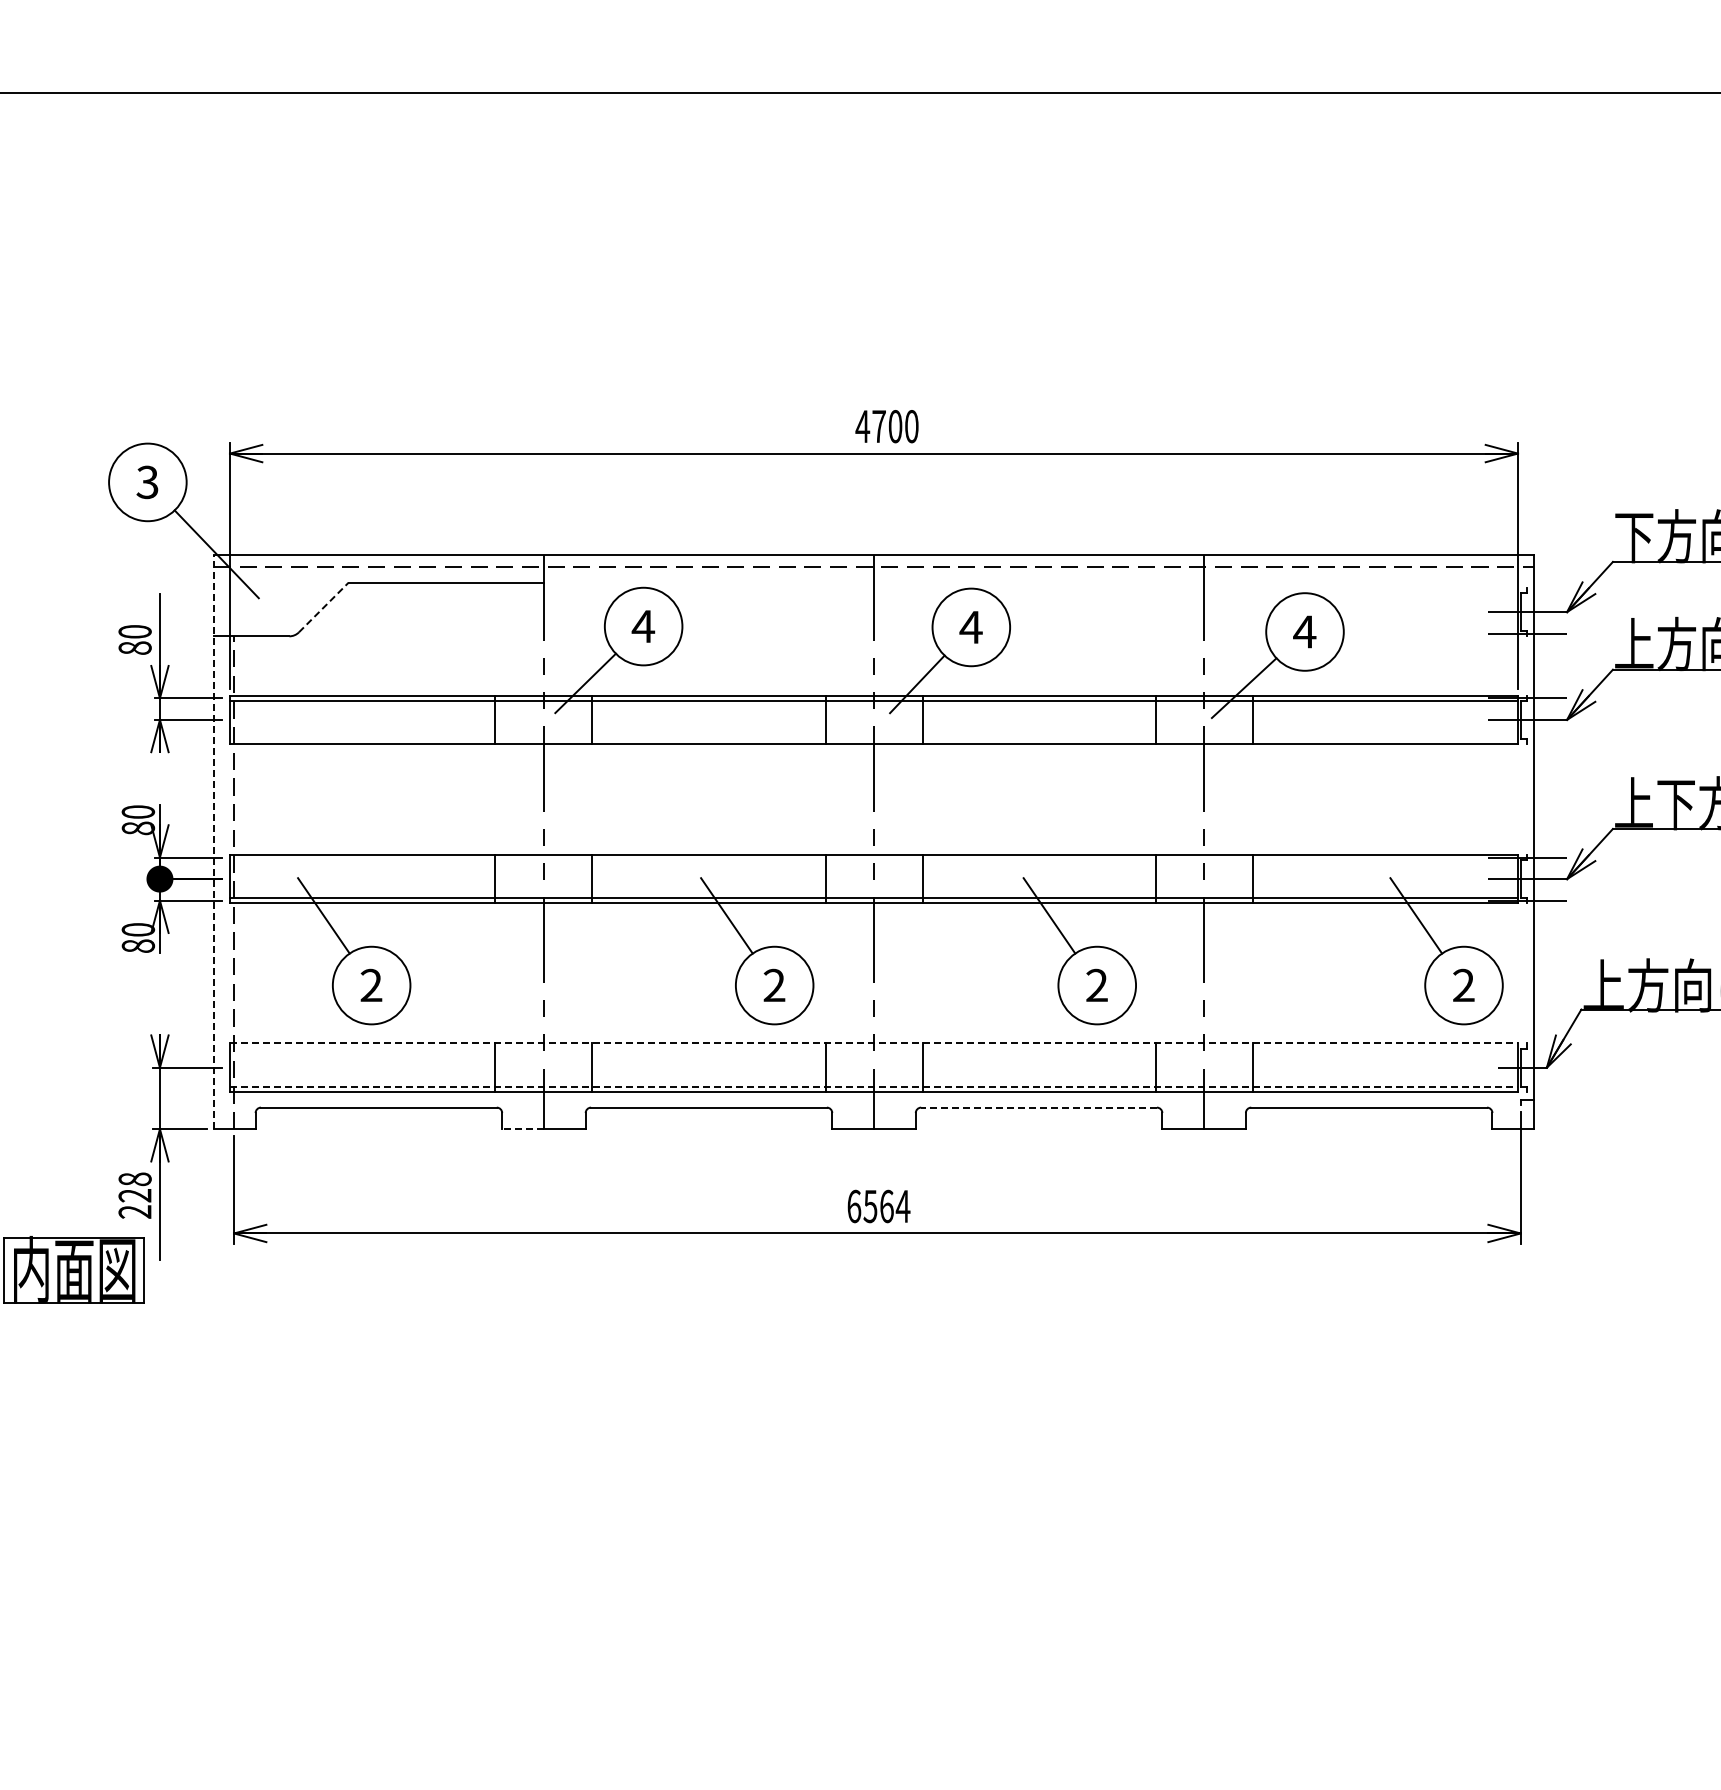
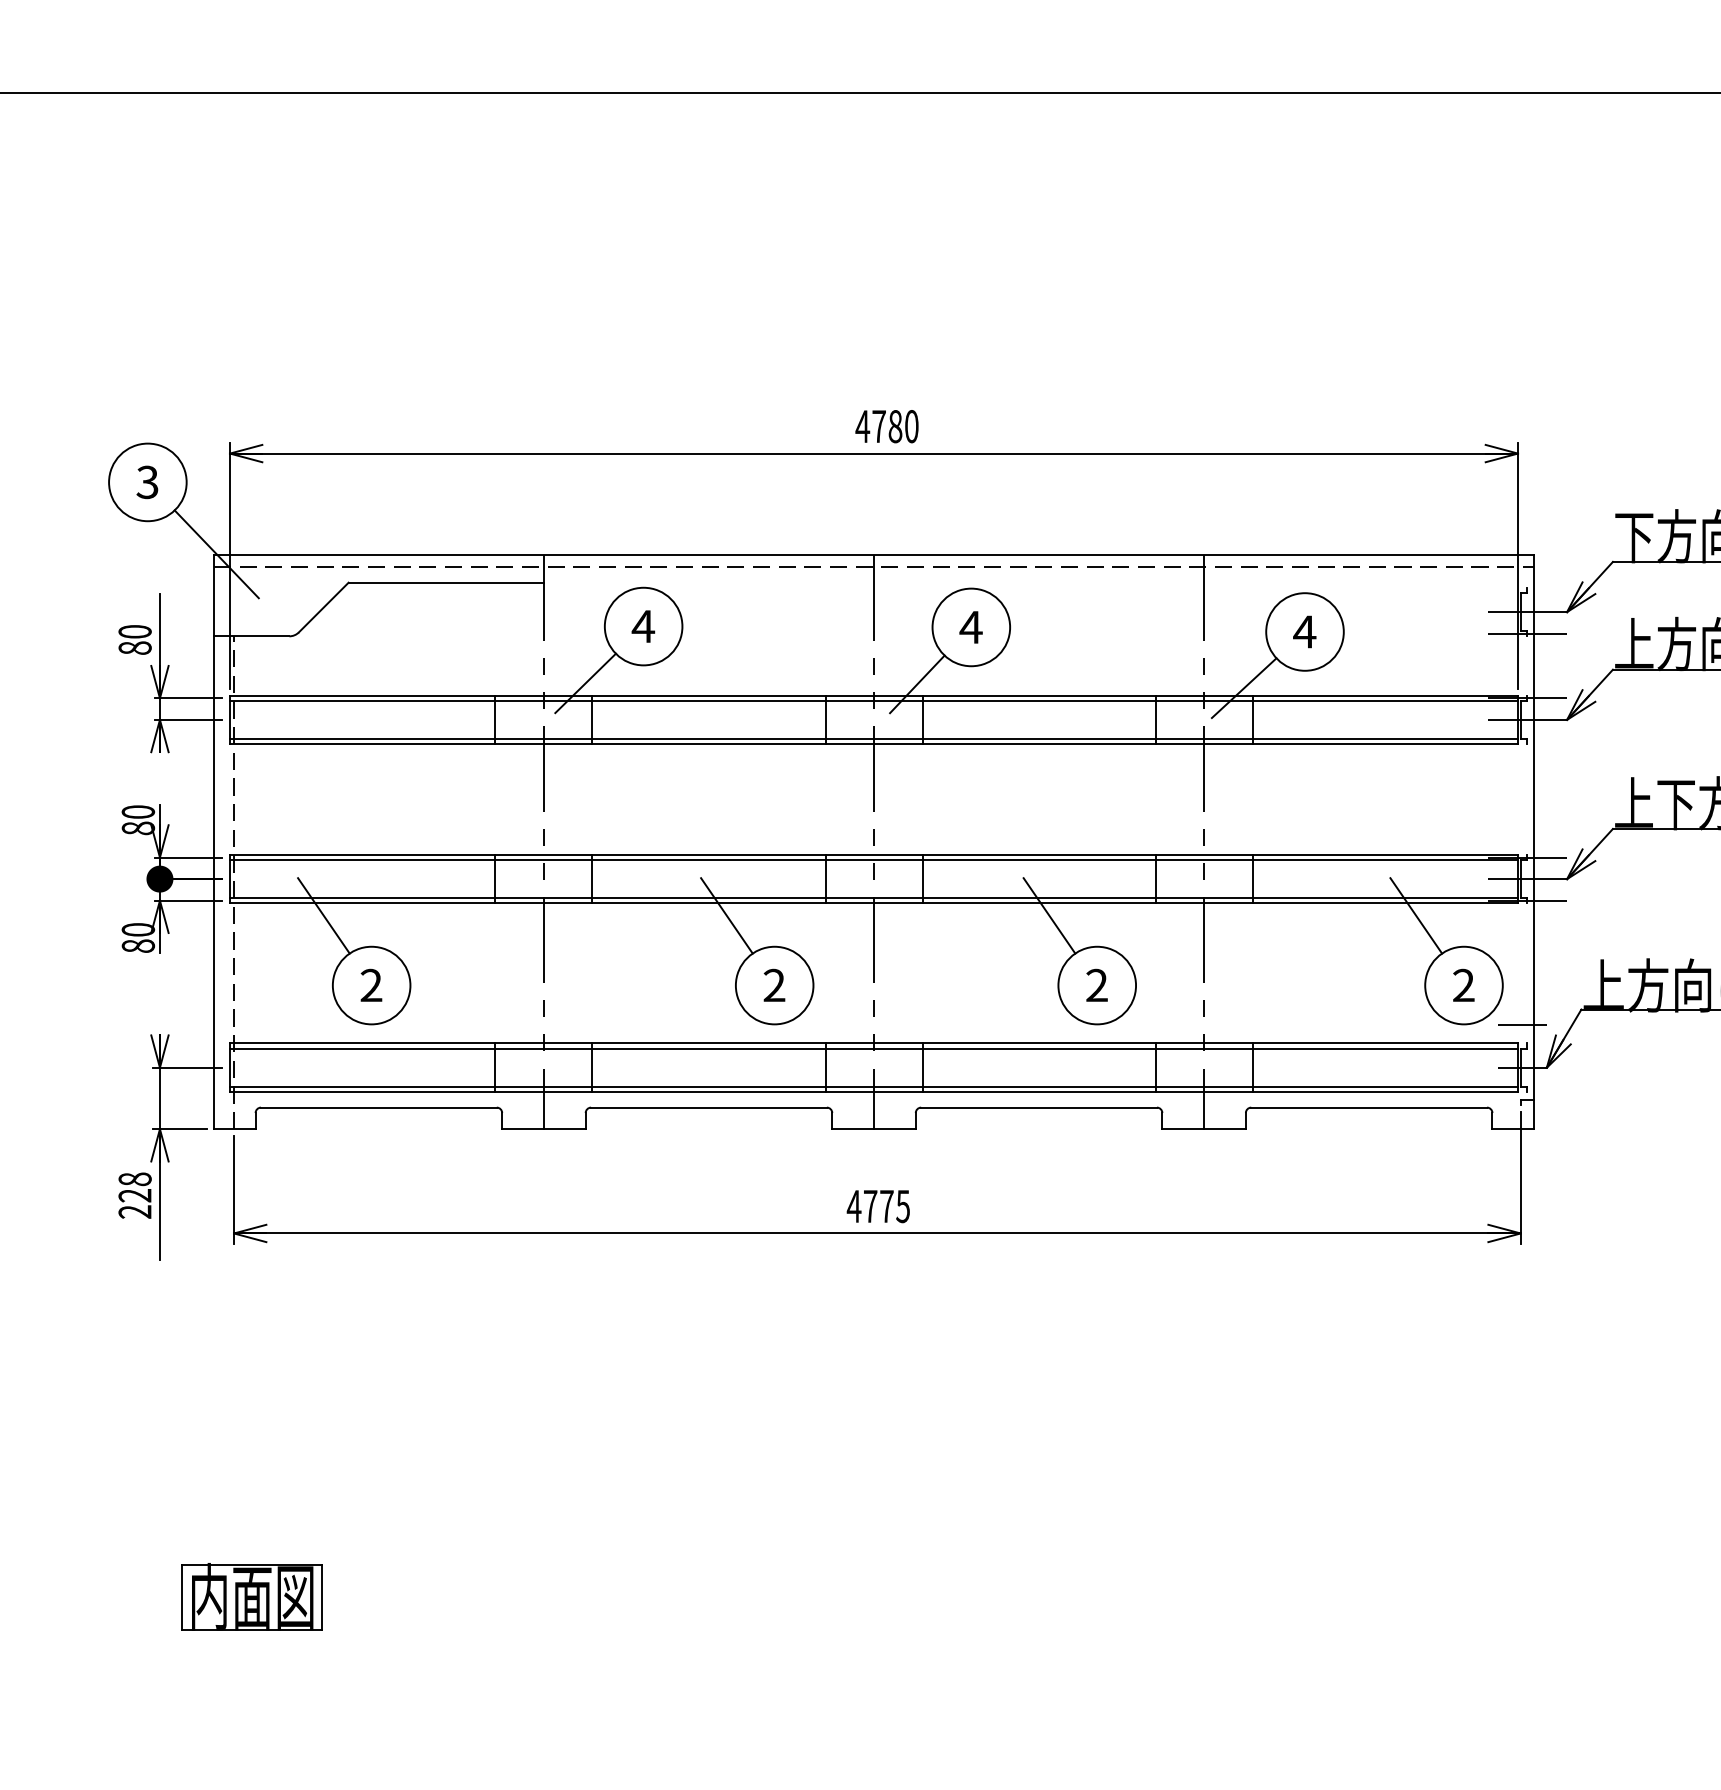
text at (895, 426): 4700 -> 4780
line at (324, 607): dashed -> solid
line at (874, 738): none -> present
line at (213, 842): dashed -> solid
line at (874, 860): none -> present
line at (1522, 1024): none -> present
line at (874, 1043): dashed -> solid
line at (874, 1048): none -> present
line at (874, 1086): dashed -> solid
line at (1039, 1107): dashed -> solid
line at (523, 1129): dashed -> solid
text at (878, 1206): 6564 -> 4775
part at (73, 1269) position: (73, 1269) -> (251, 1596)
